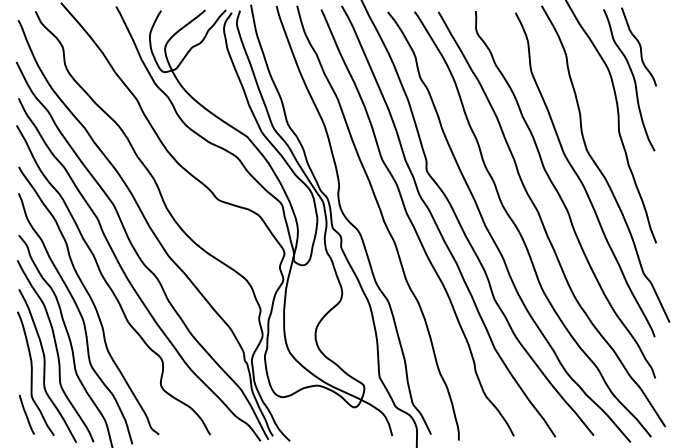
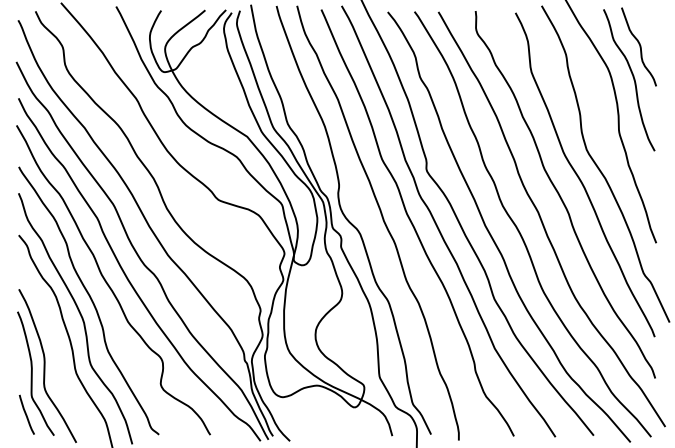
curve at (56, 351): present -> none
